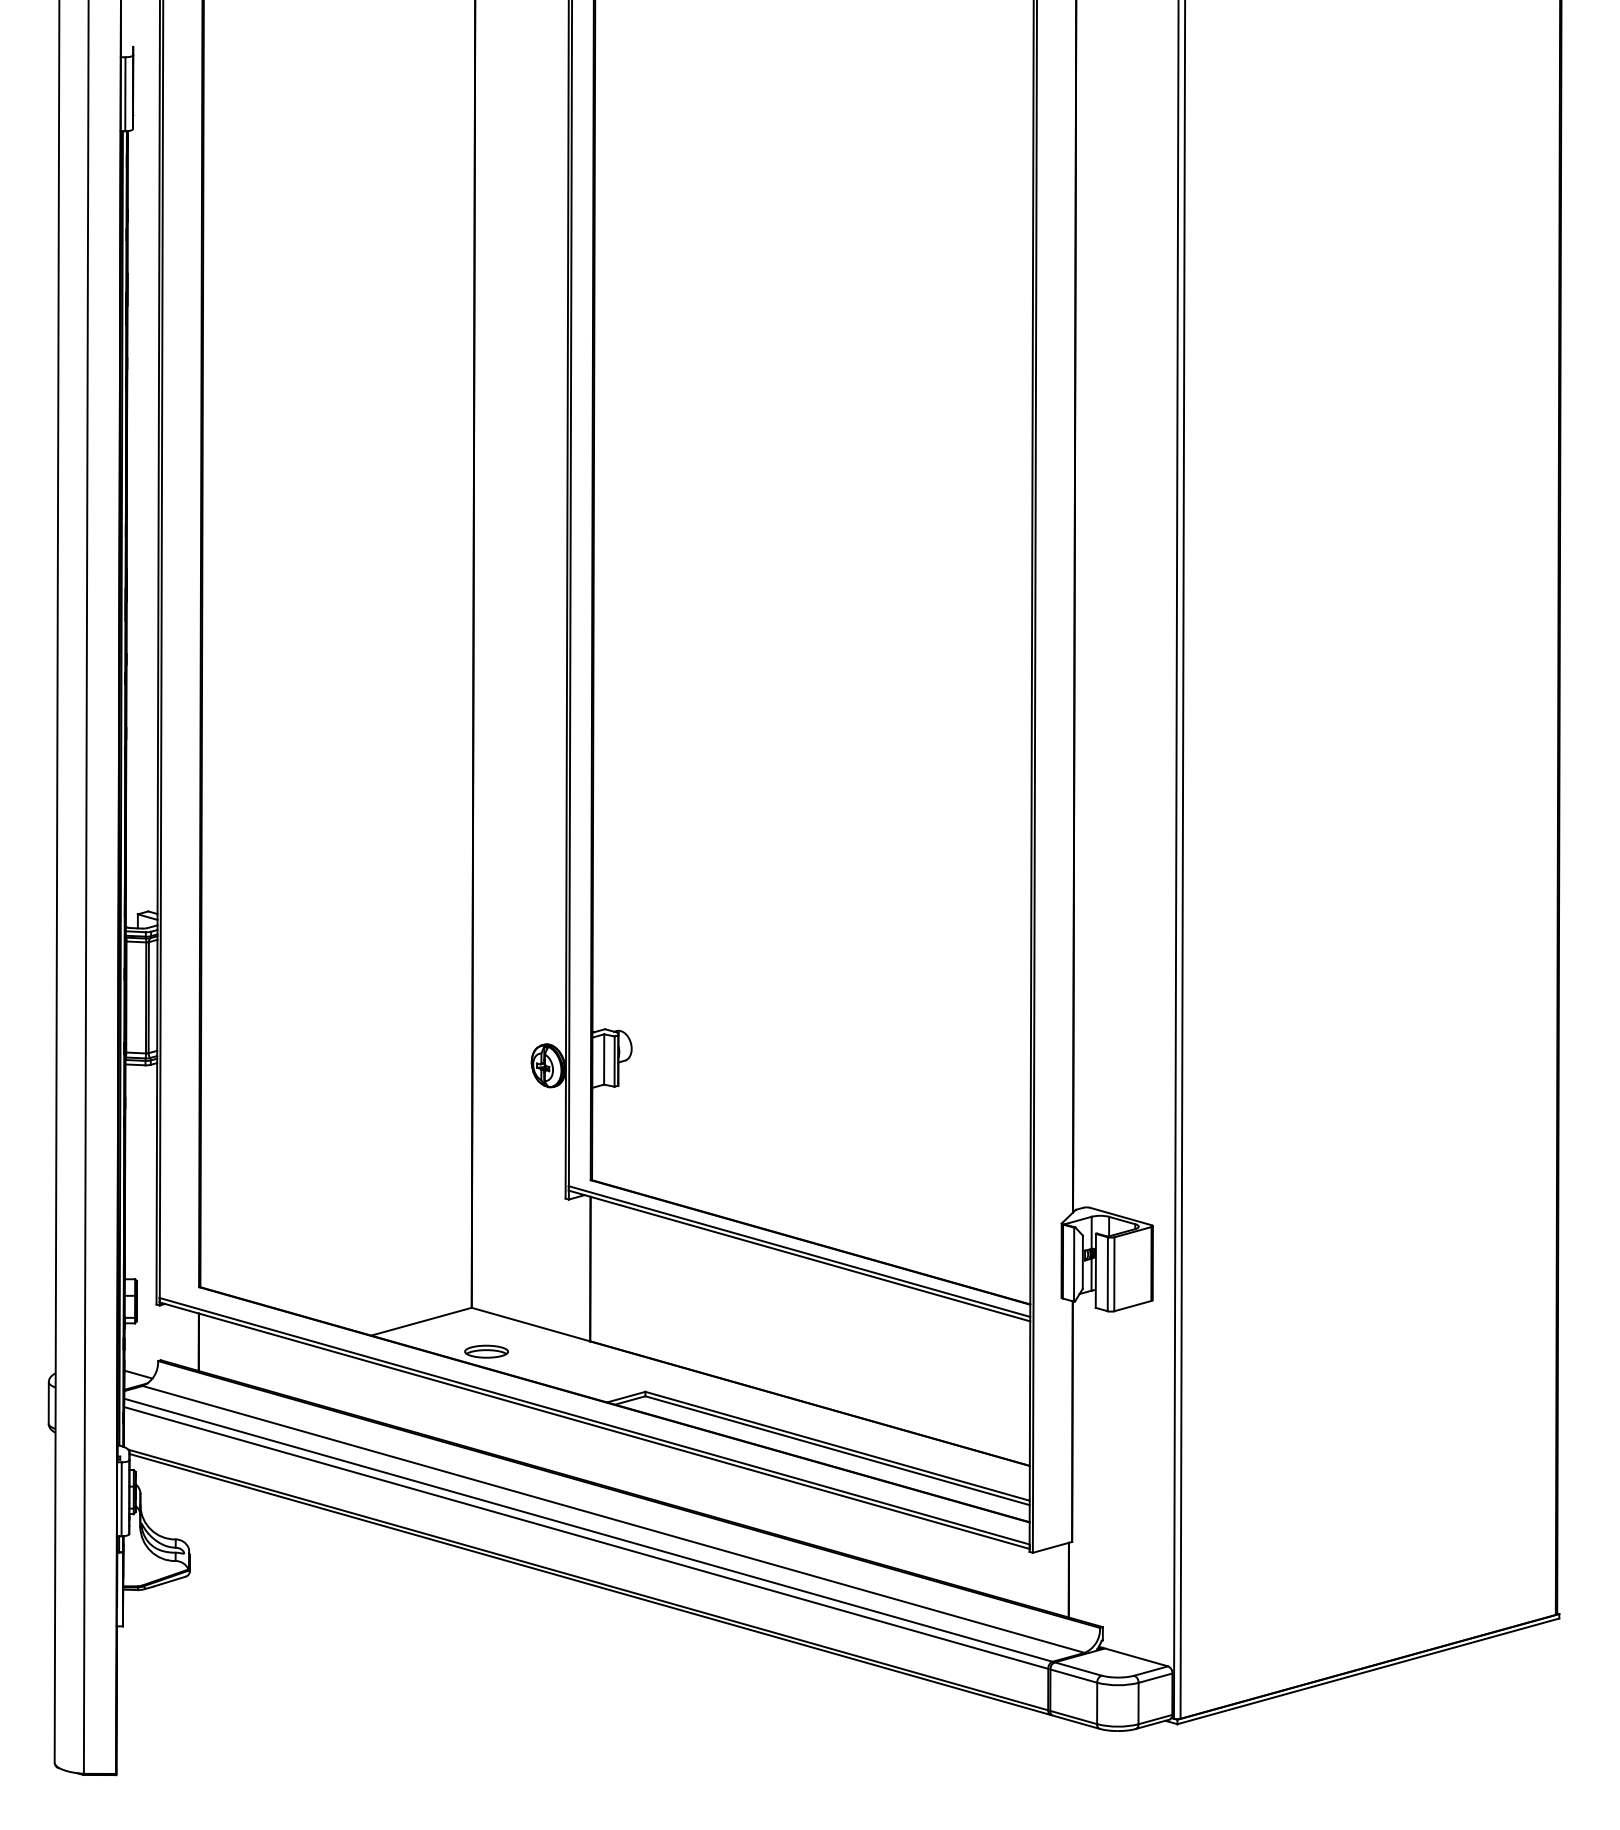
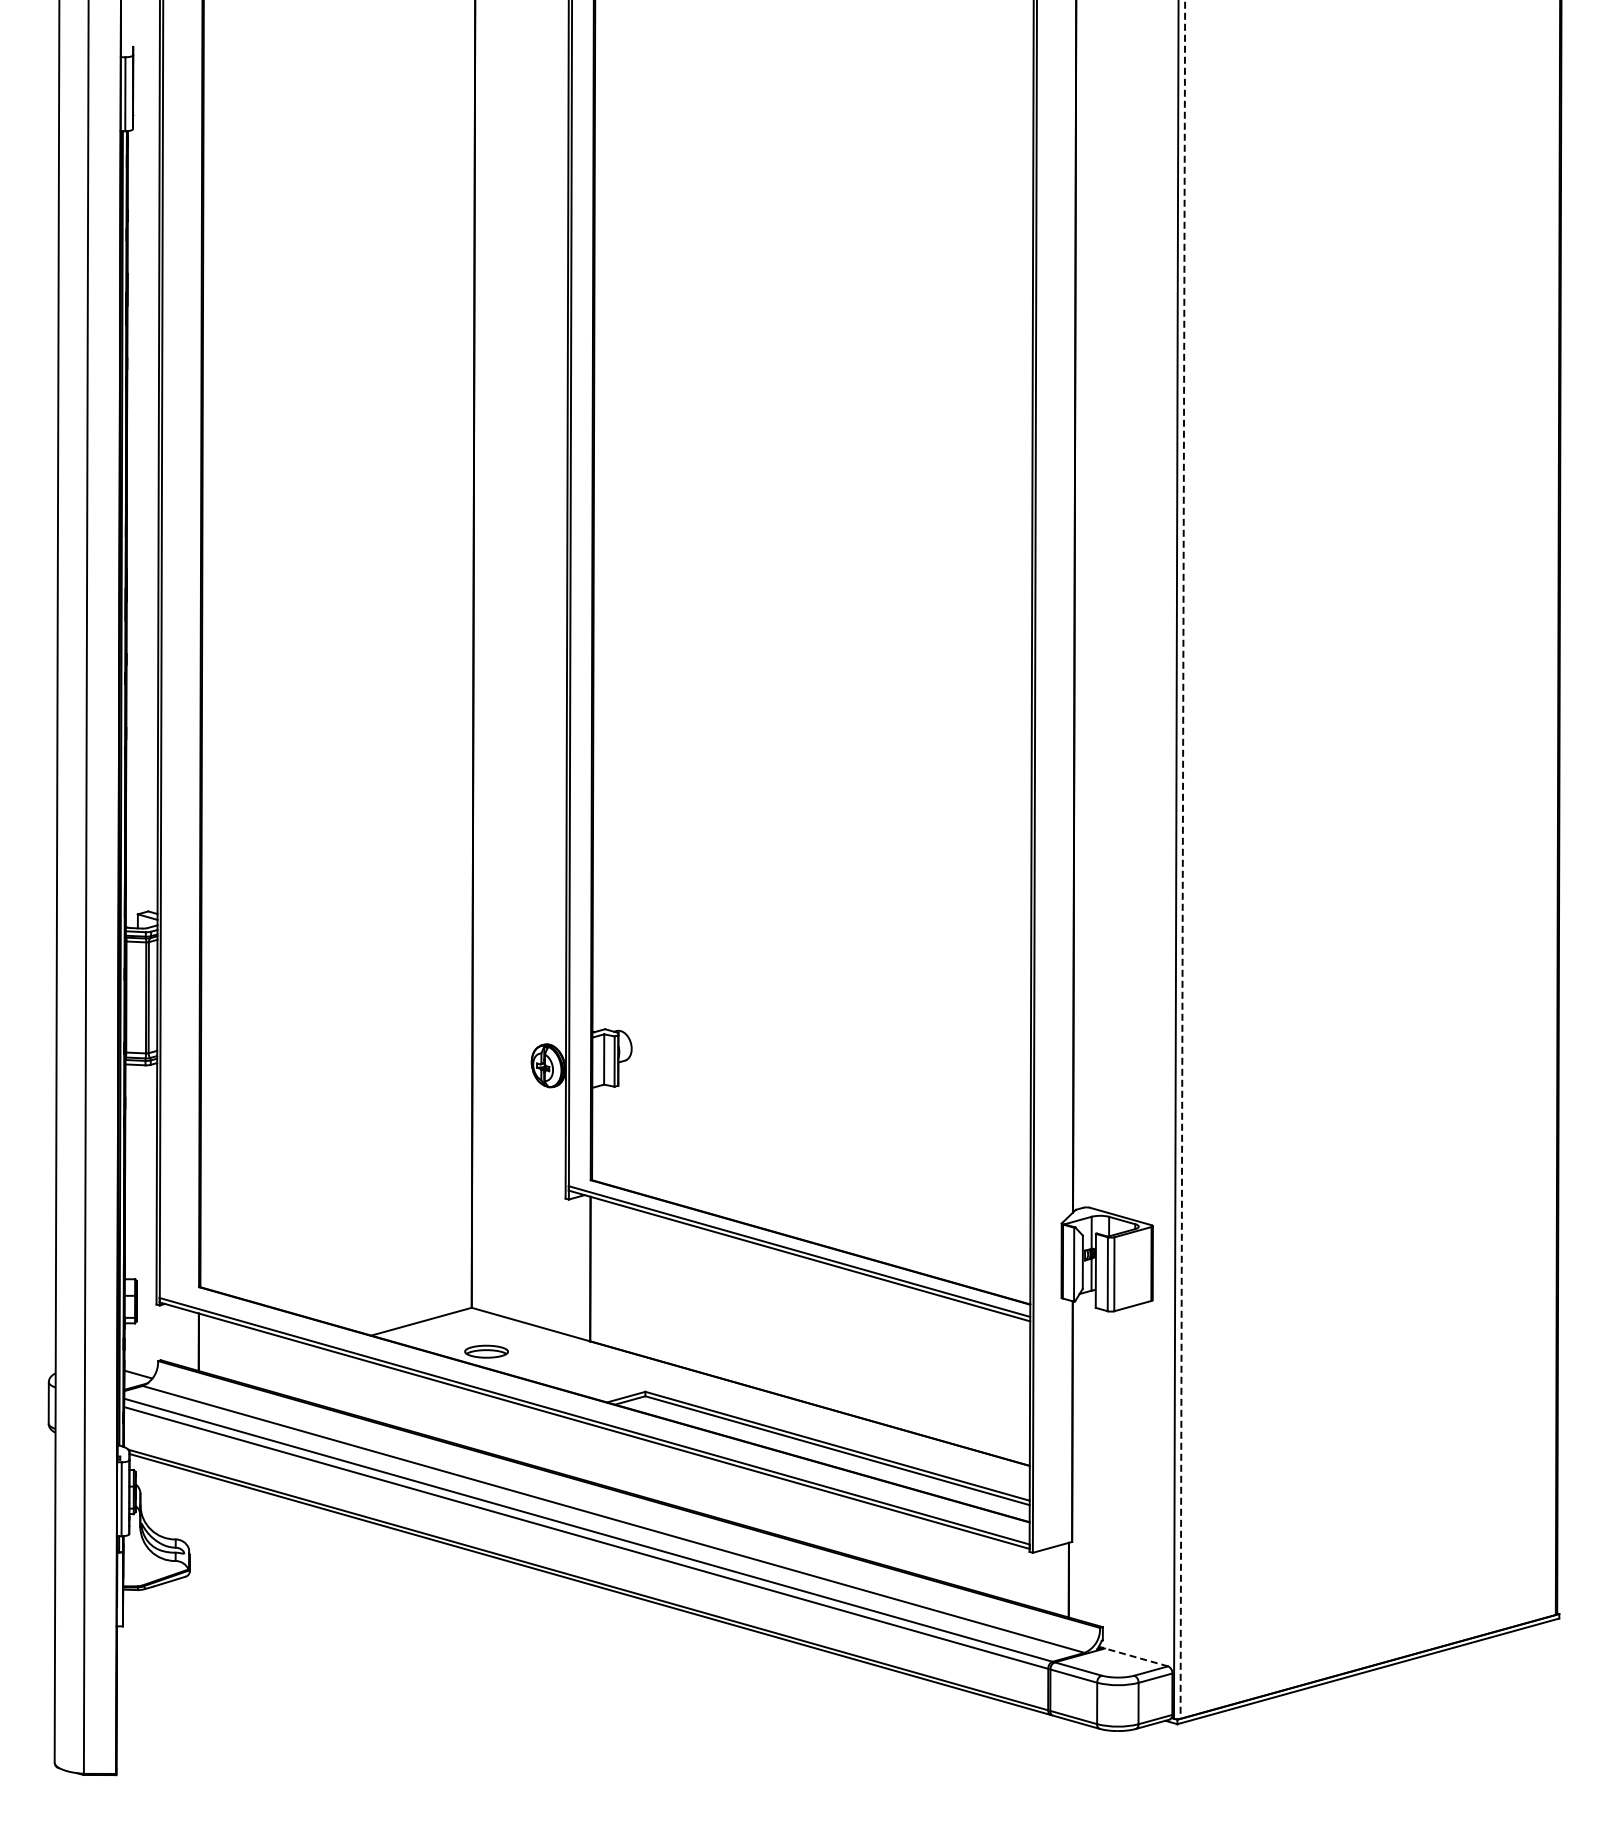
line at (1182, 859): solid -> dashed
line at (1136, 1657): solid -> dashed
